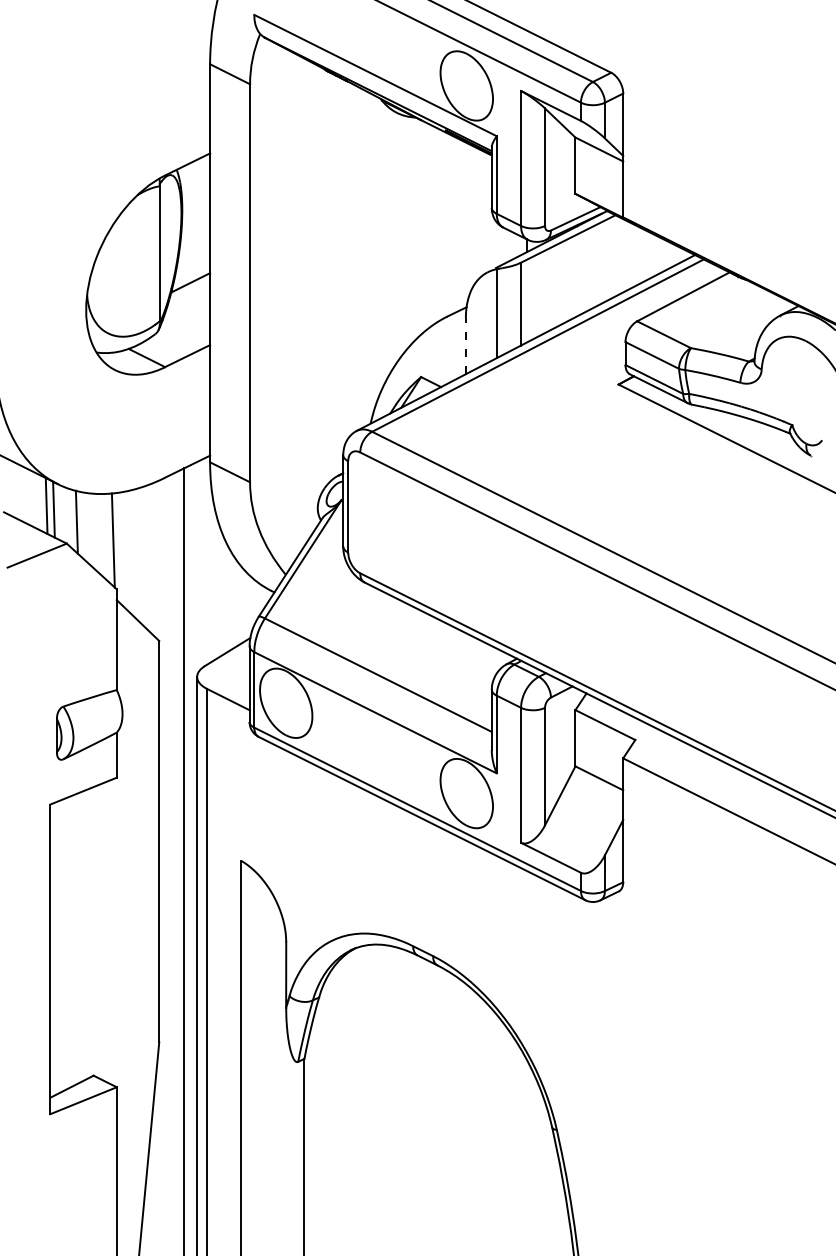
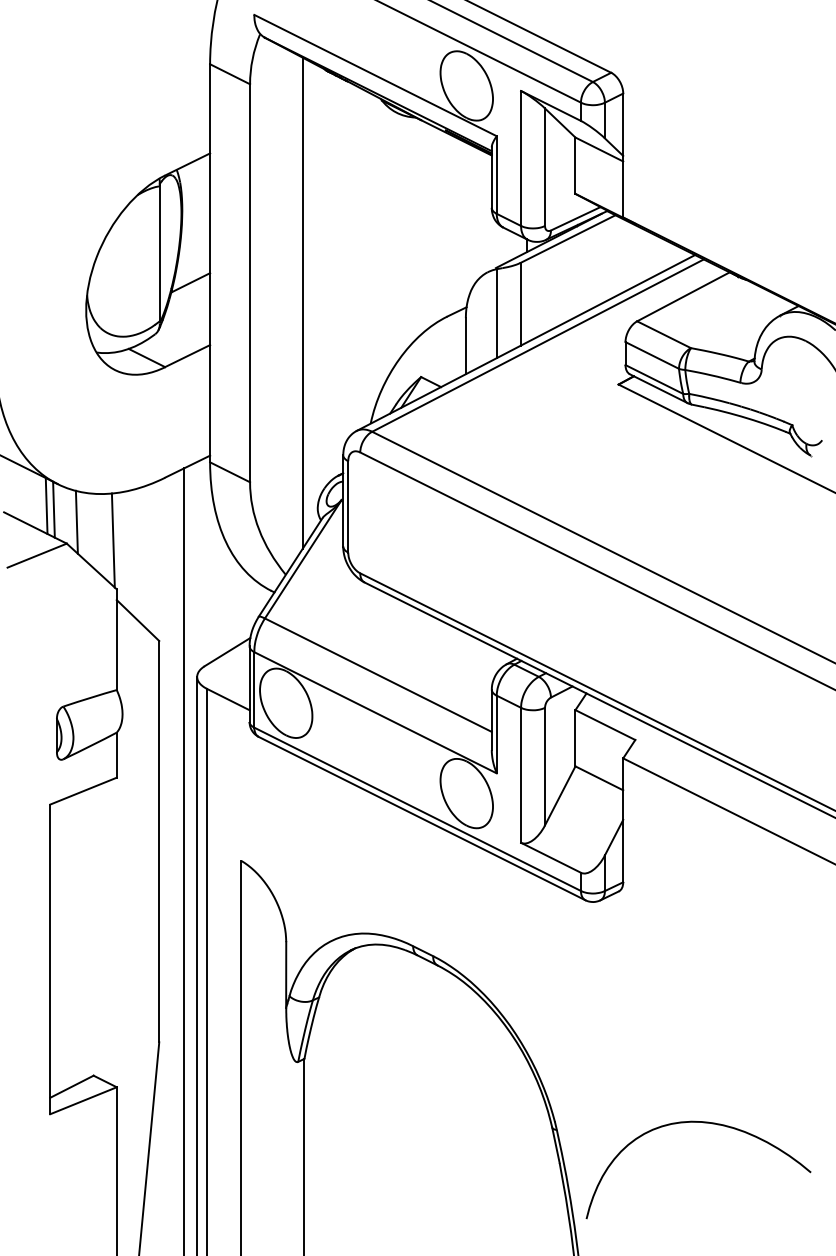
line at (302, 303): none -> present
line at (465, 345): dashed -> solid
curve at (703, 1123): none -> present
